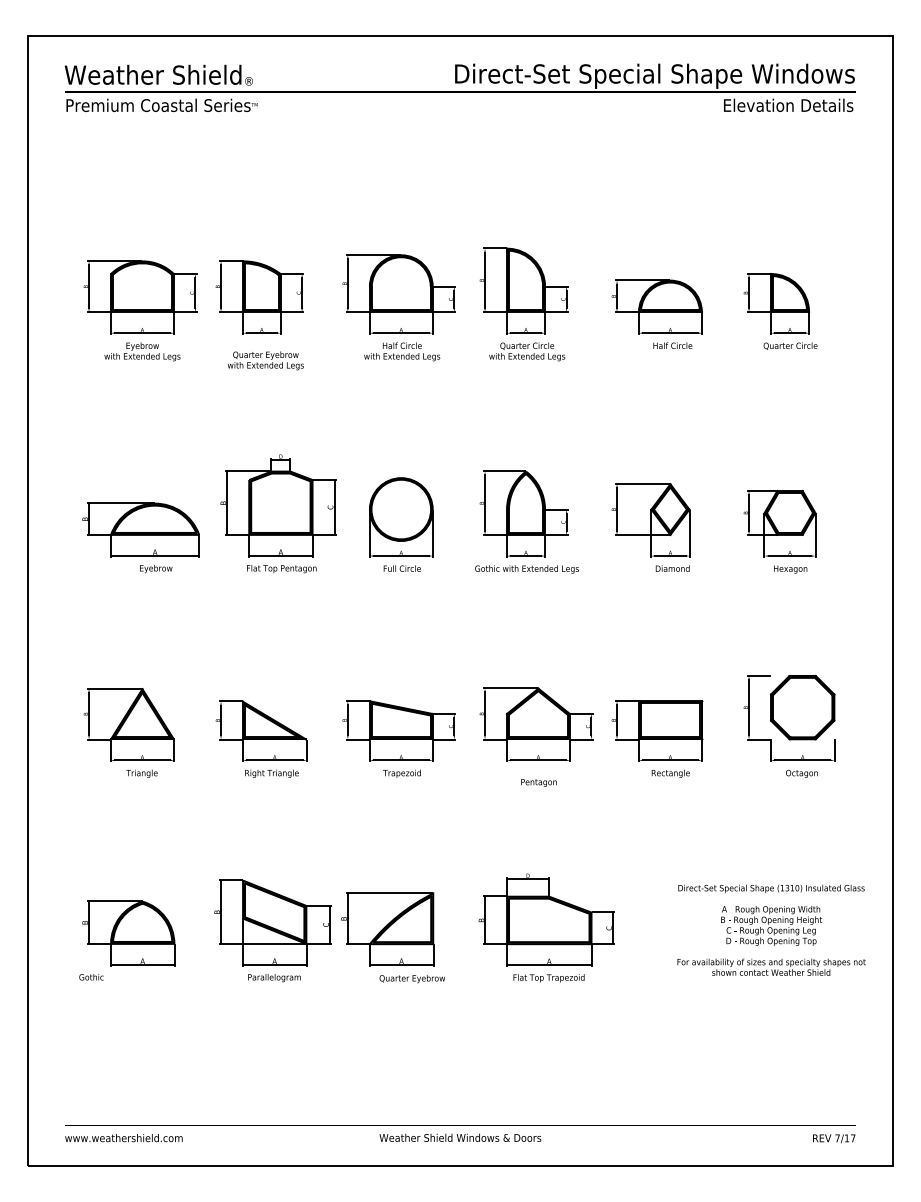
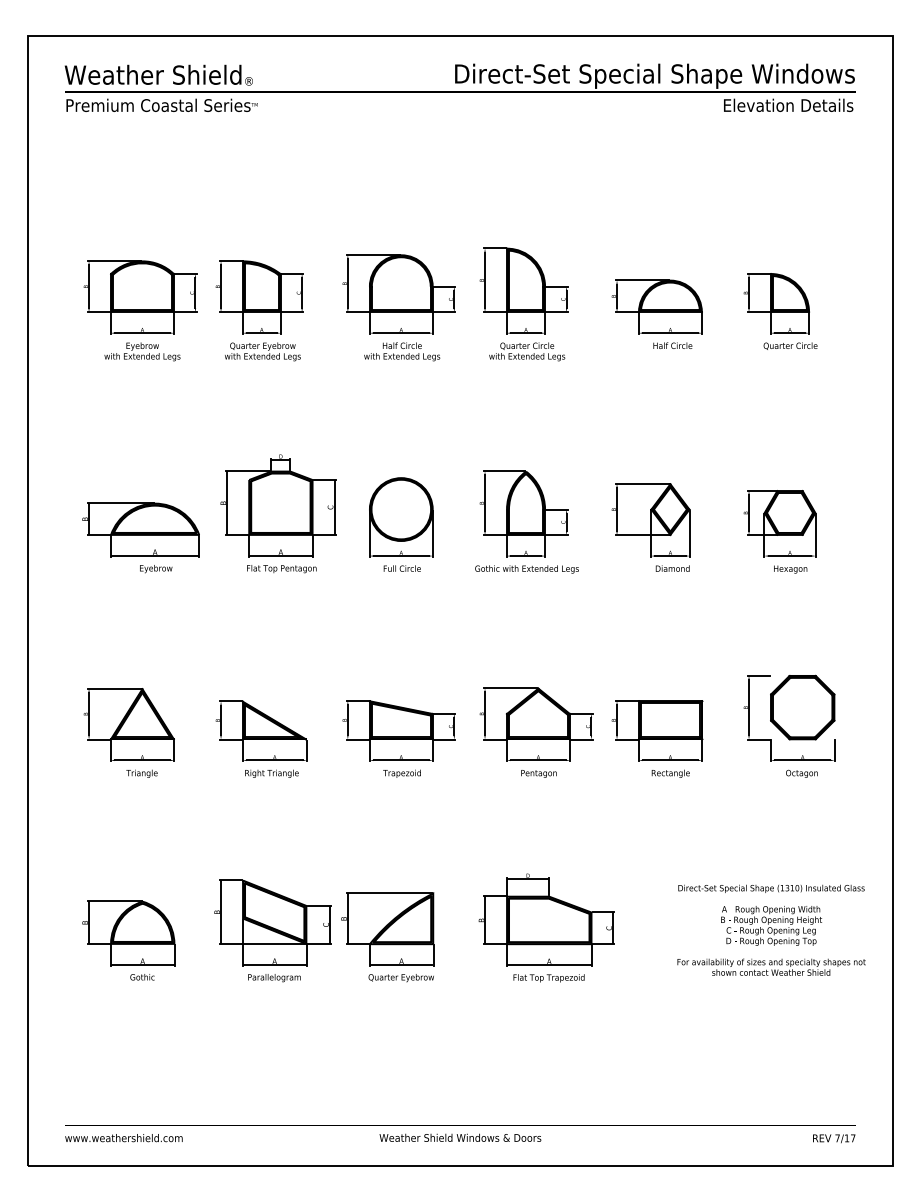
text at (265, 360) position: (265, 360) -> (262, 351)
text at (538, 782) position: (538, 782) -> (538, 773)
text at (91, 977) position: (91, 977) -> (142, 977)
text at (411, 979) position: (411, 979) -> (400, 978)
